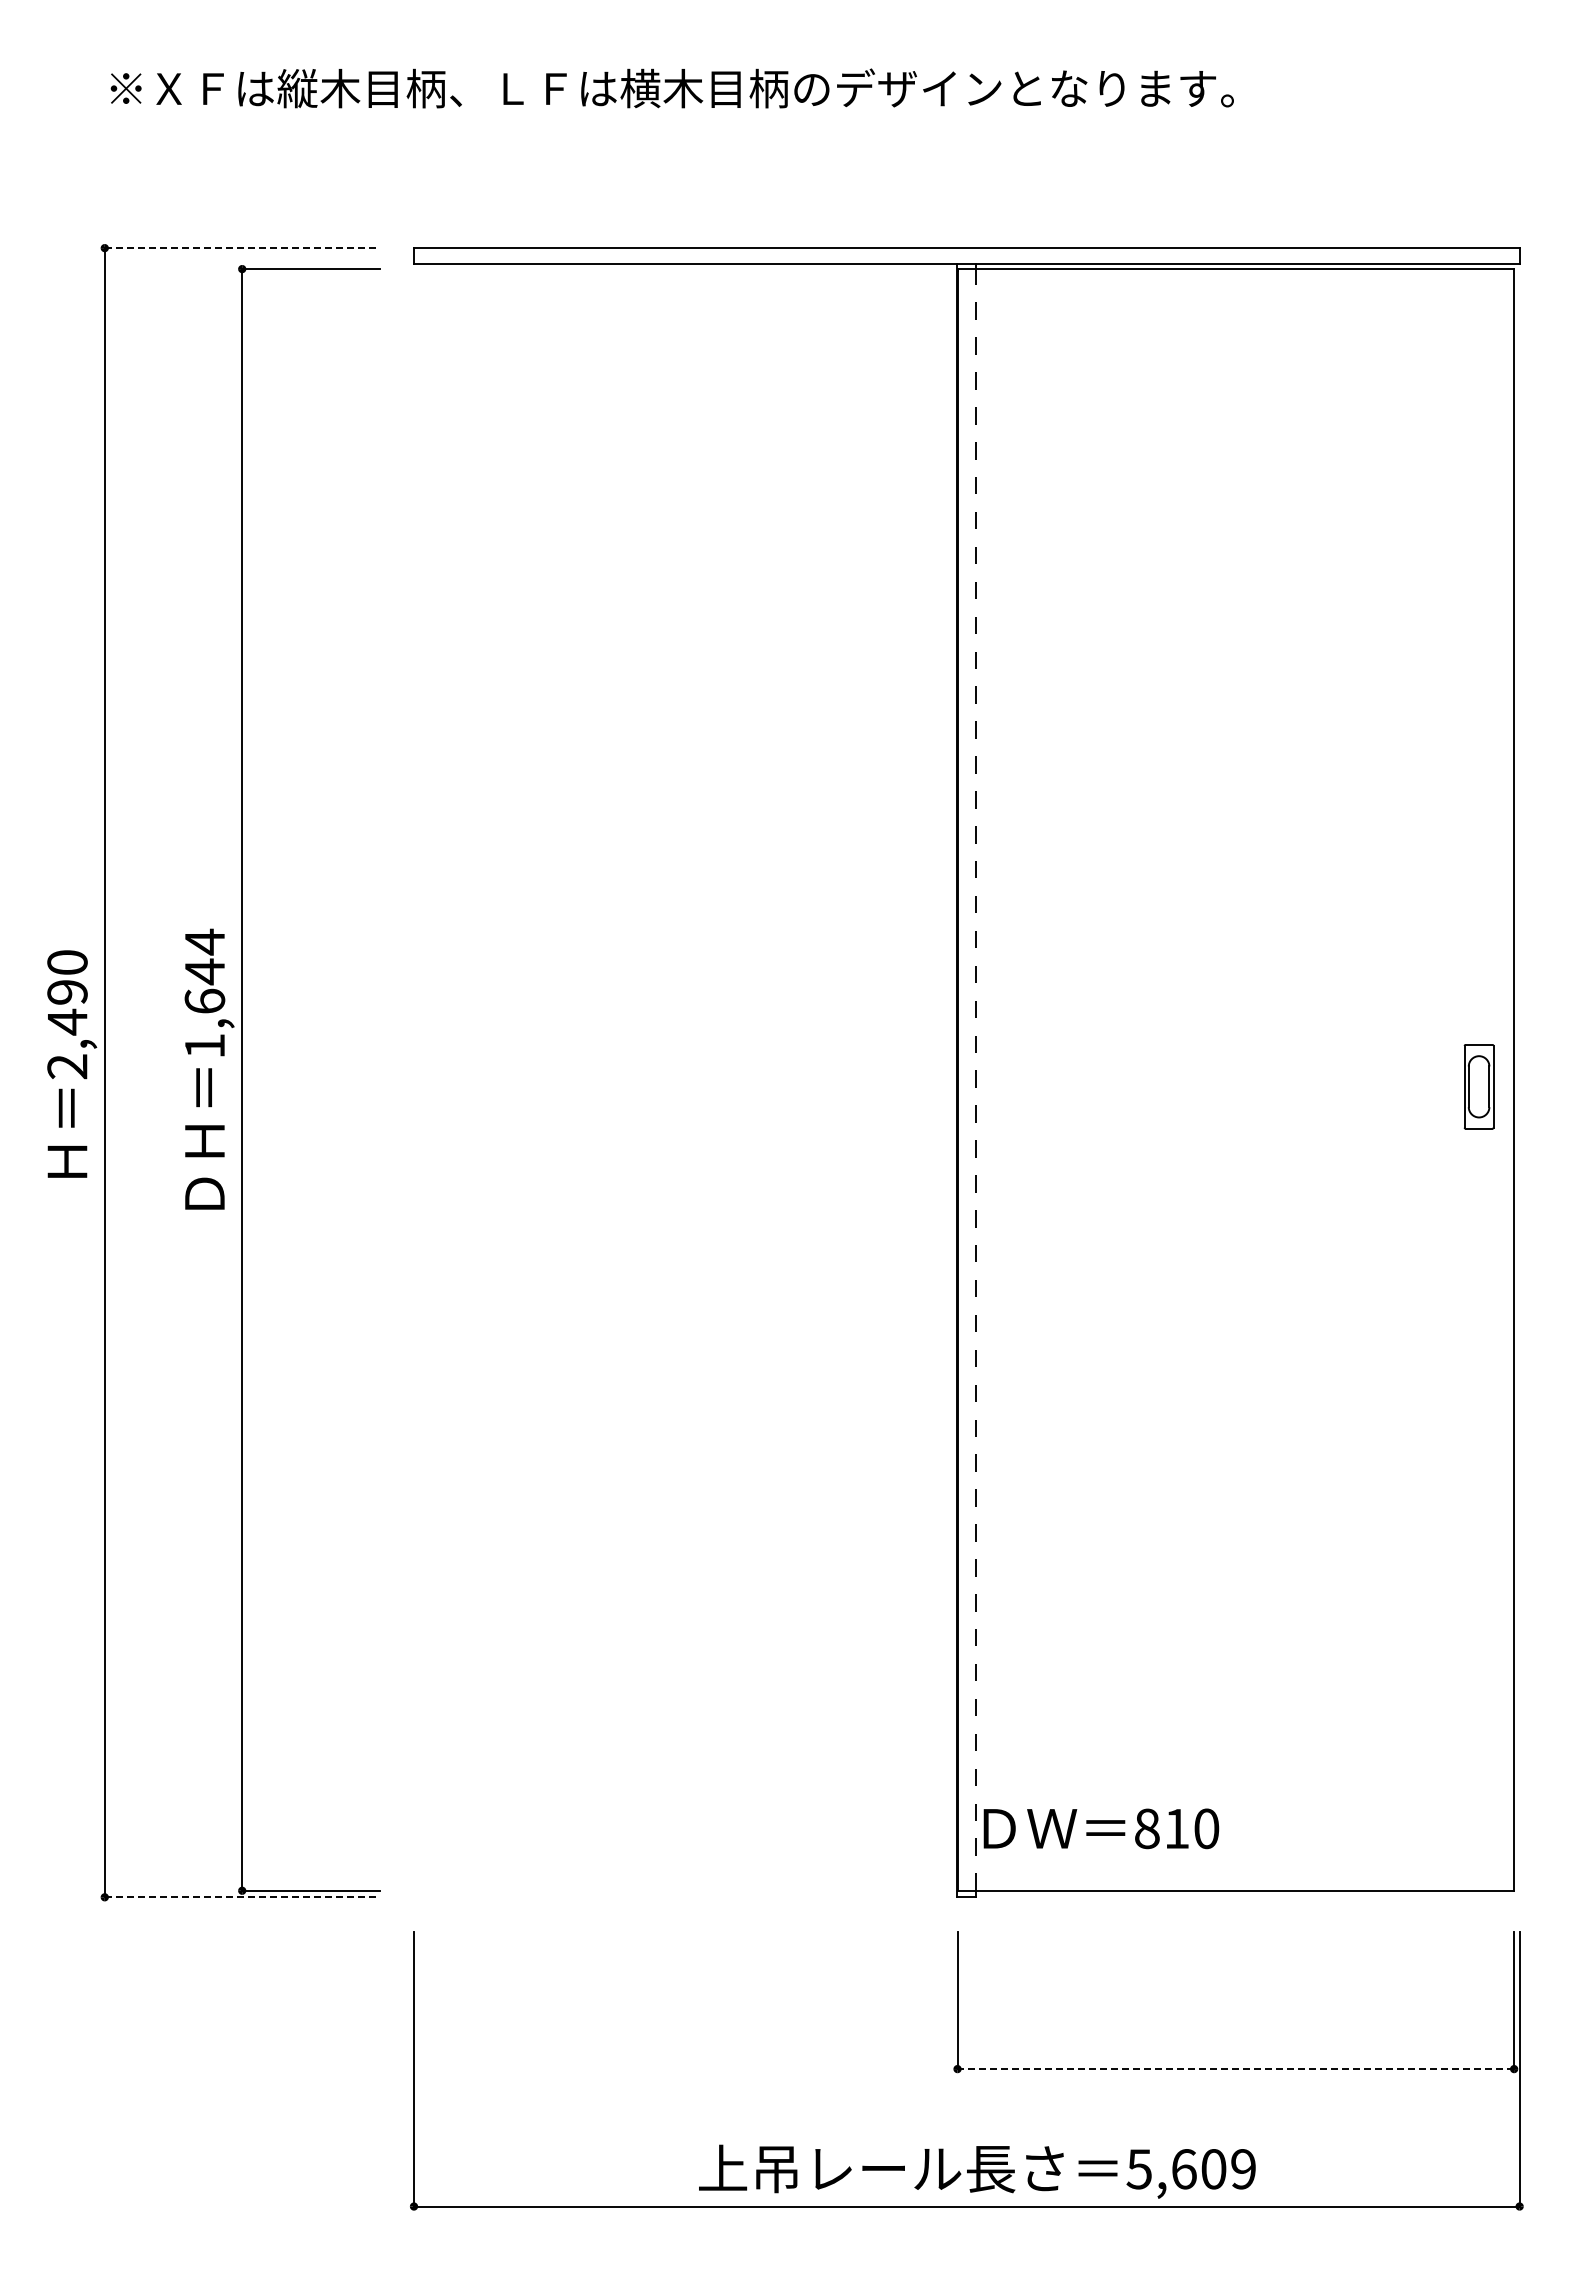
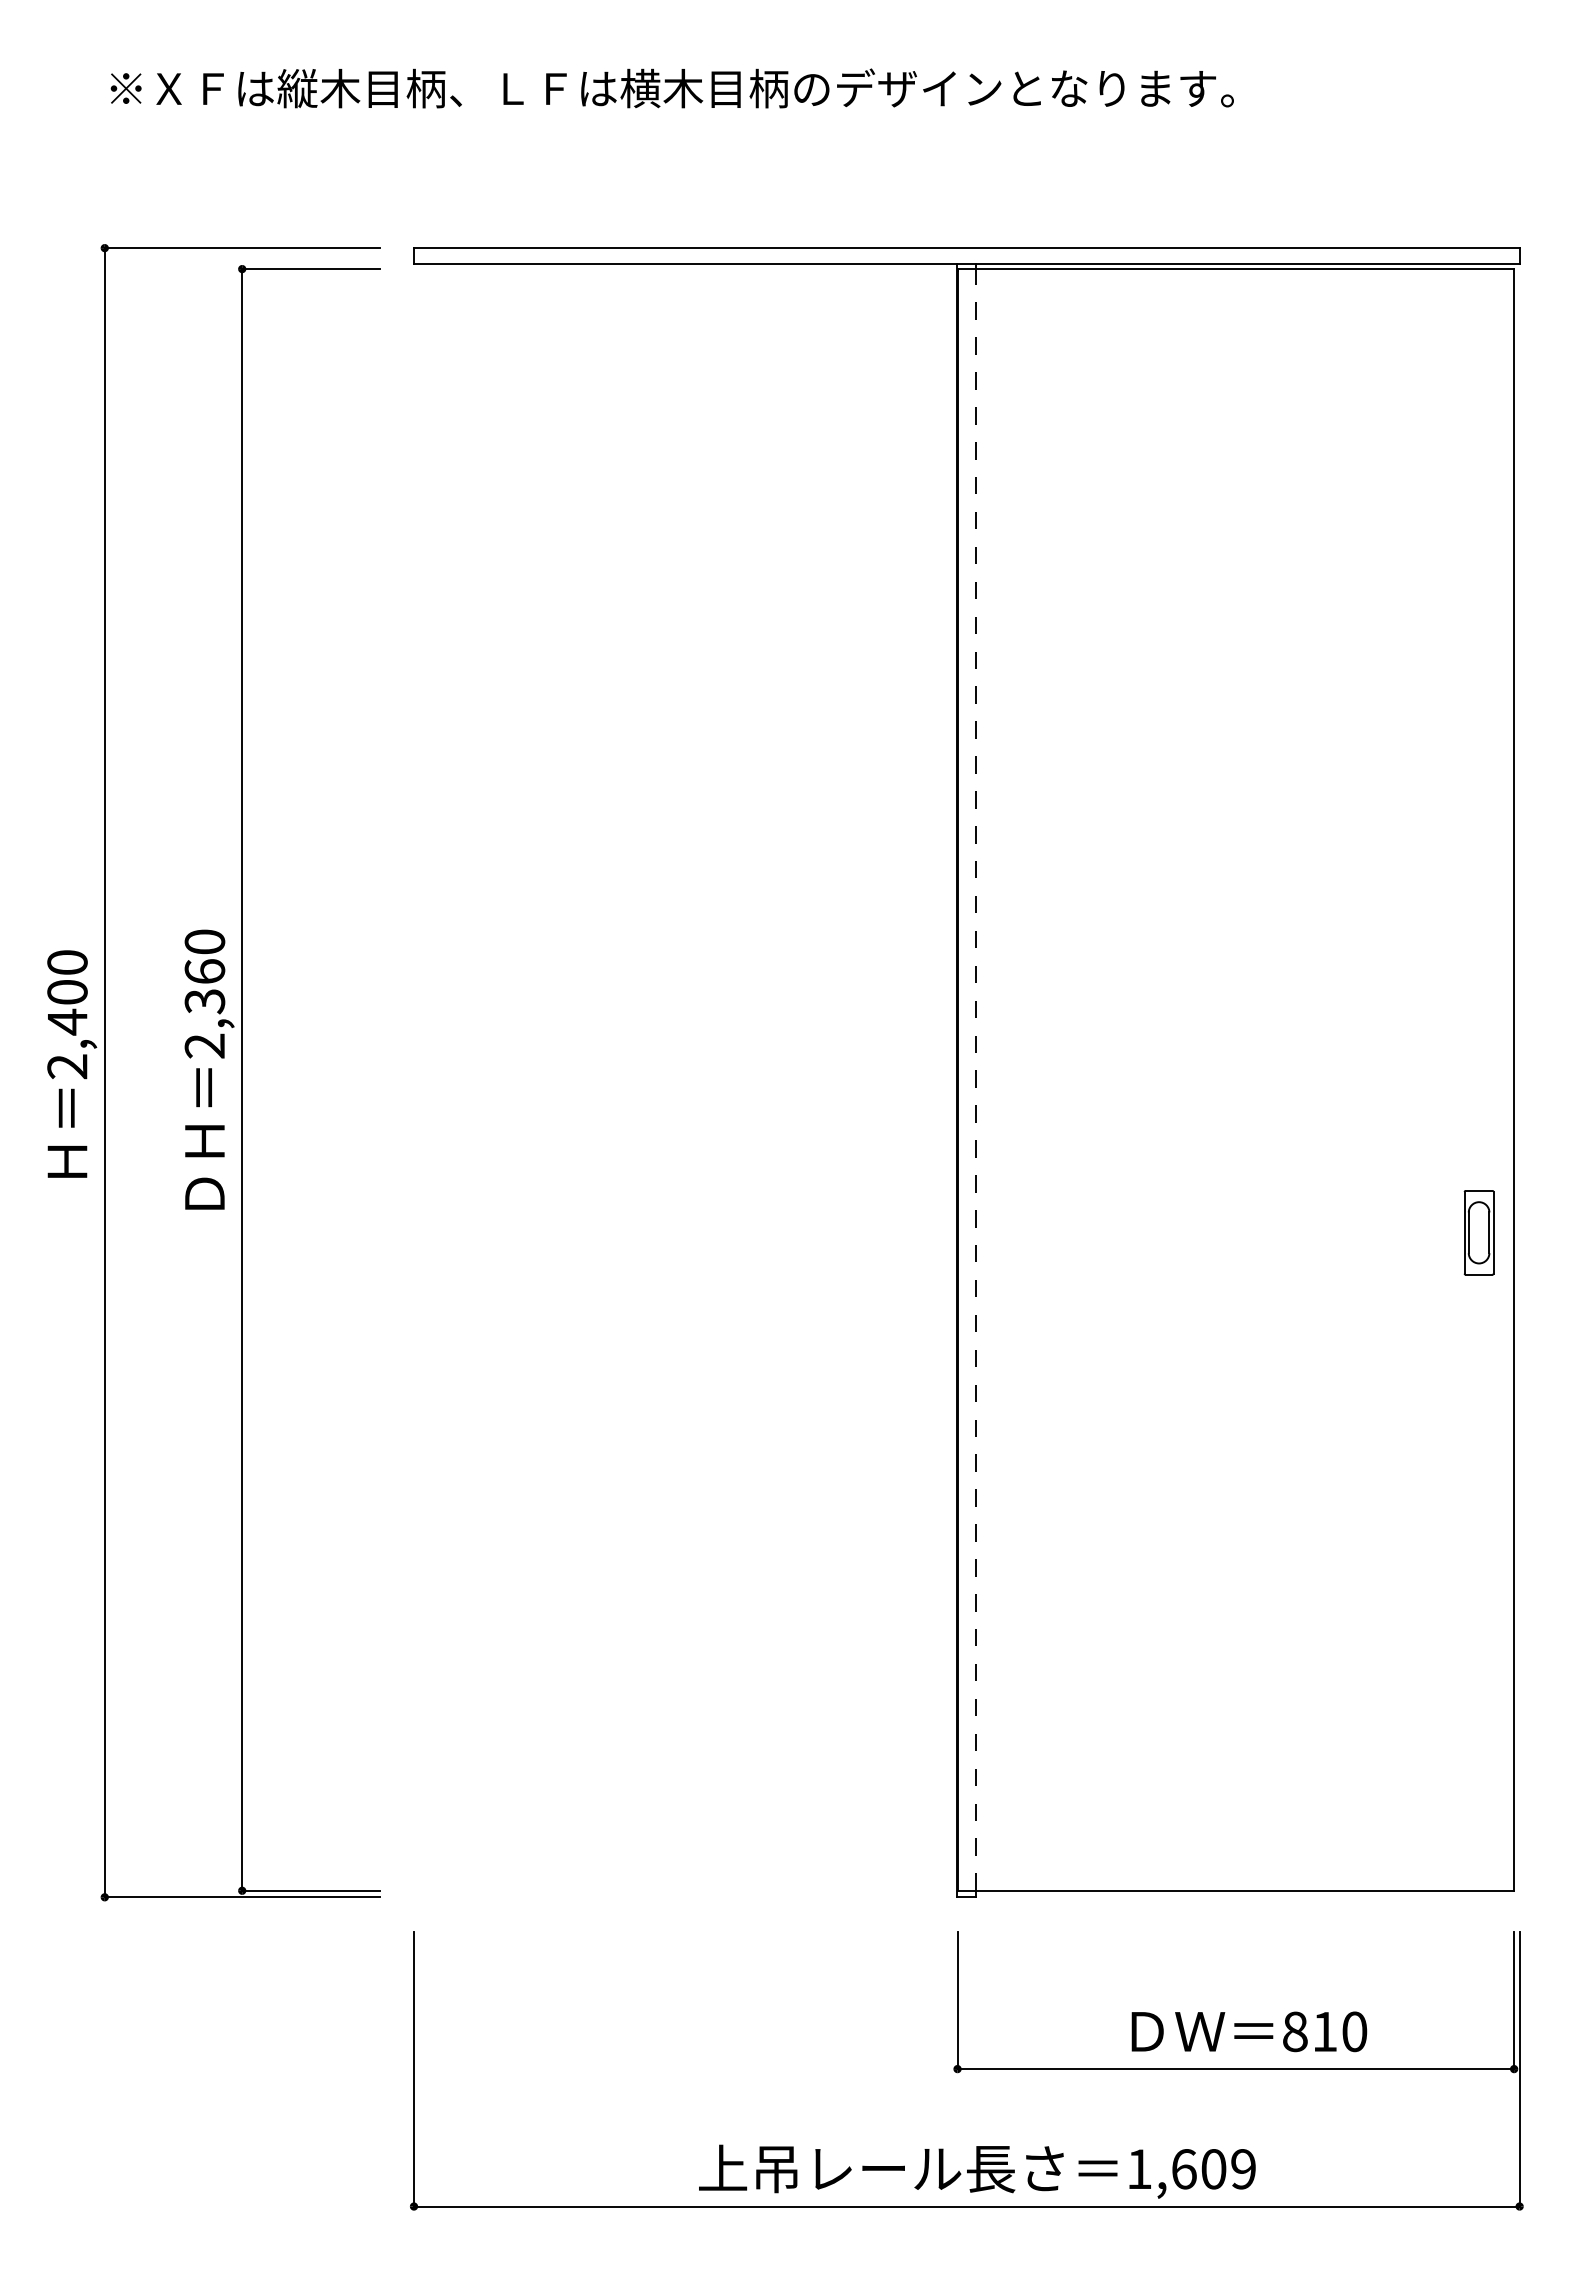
line at (242, 248): dashed -> solid
text at (67, 992): 2,490 -> 2,400
text at (204, 993): 1,644 -> 2,360
part at (1478, 1086) position: (1478, 1086) -> (1478, 1232)
text at (1101, 1828) position: (1101, 1828) -> (1249, 2031)
line at (242, 1897): dashed -> solid
line at (1235, 2069): dashed -> solid
text at (1138, 2169): 5,609 -> 1,609
